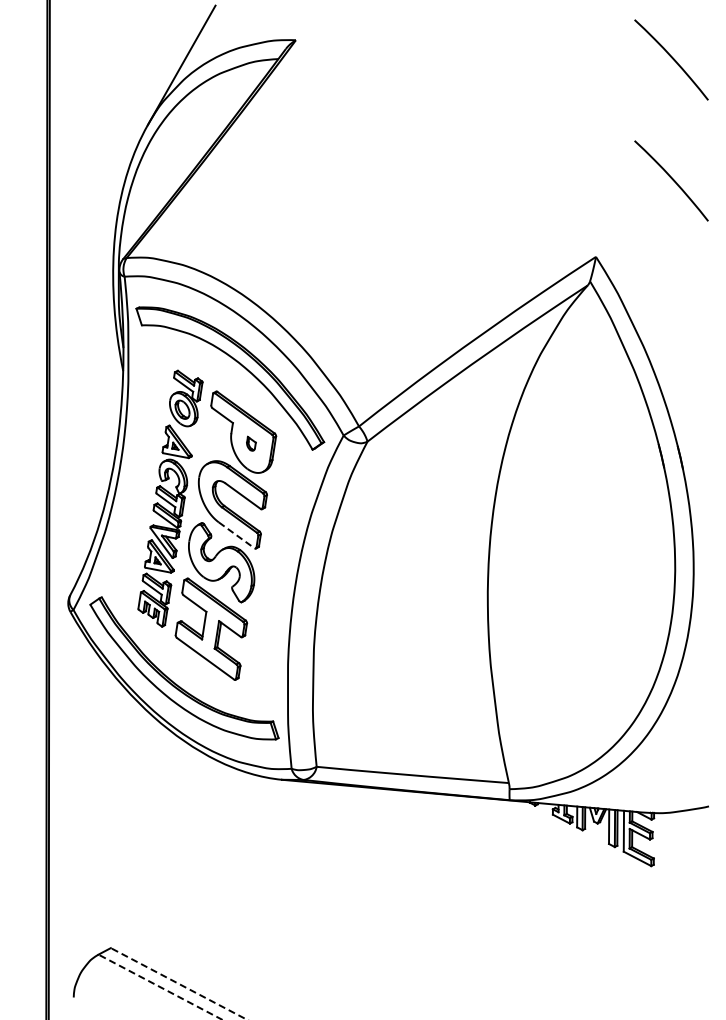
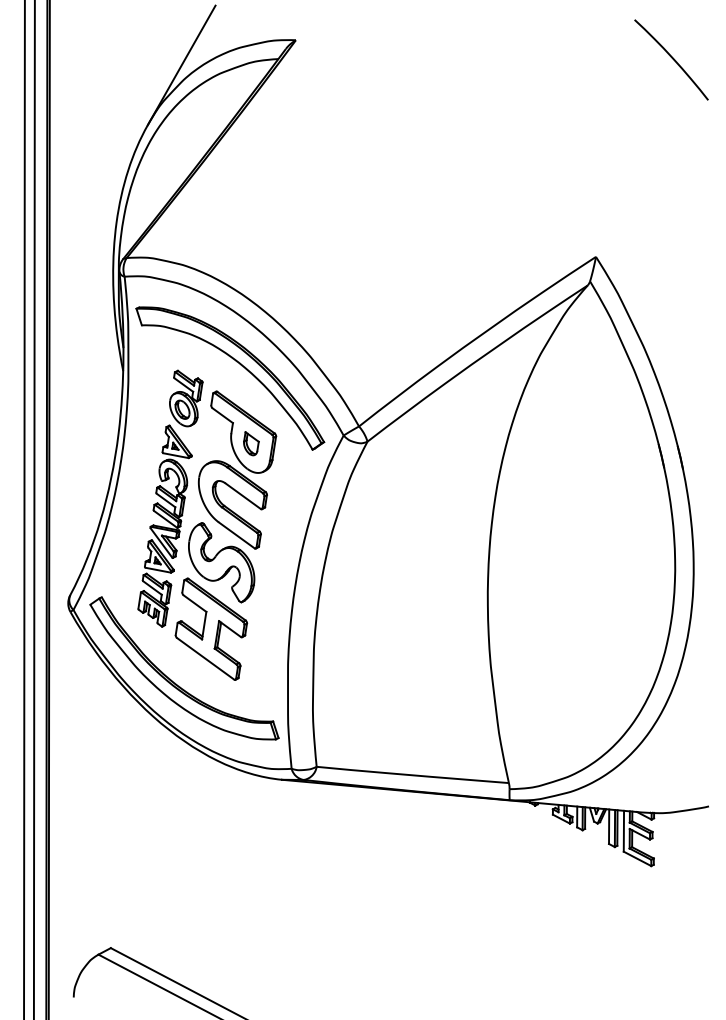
curve at (671, 179): present -> none
part at (251, 443) size: 11x17 px -> 17x26 px
line at (24, 509): none -> present
line at (33, 509): none -> present
line at (237, 535): dashed -> solid
line at (178, 983): dashed -> solid
line at (160, 987): dashed -> solid
